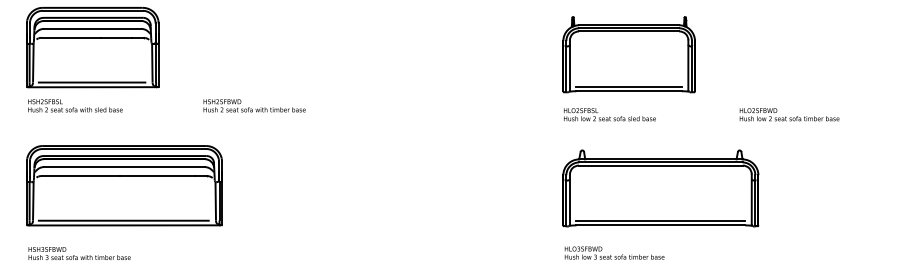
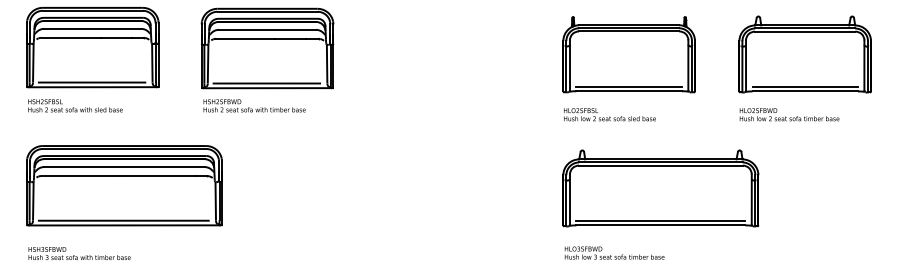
part at (267, 48): none -> present
part at (804, 54): none -> present
